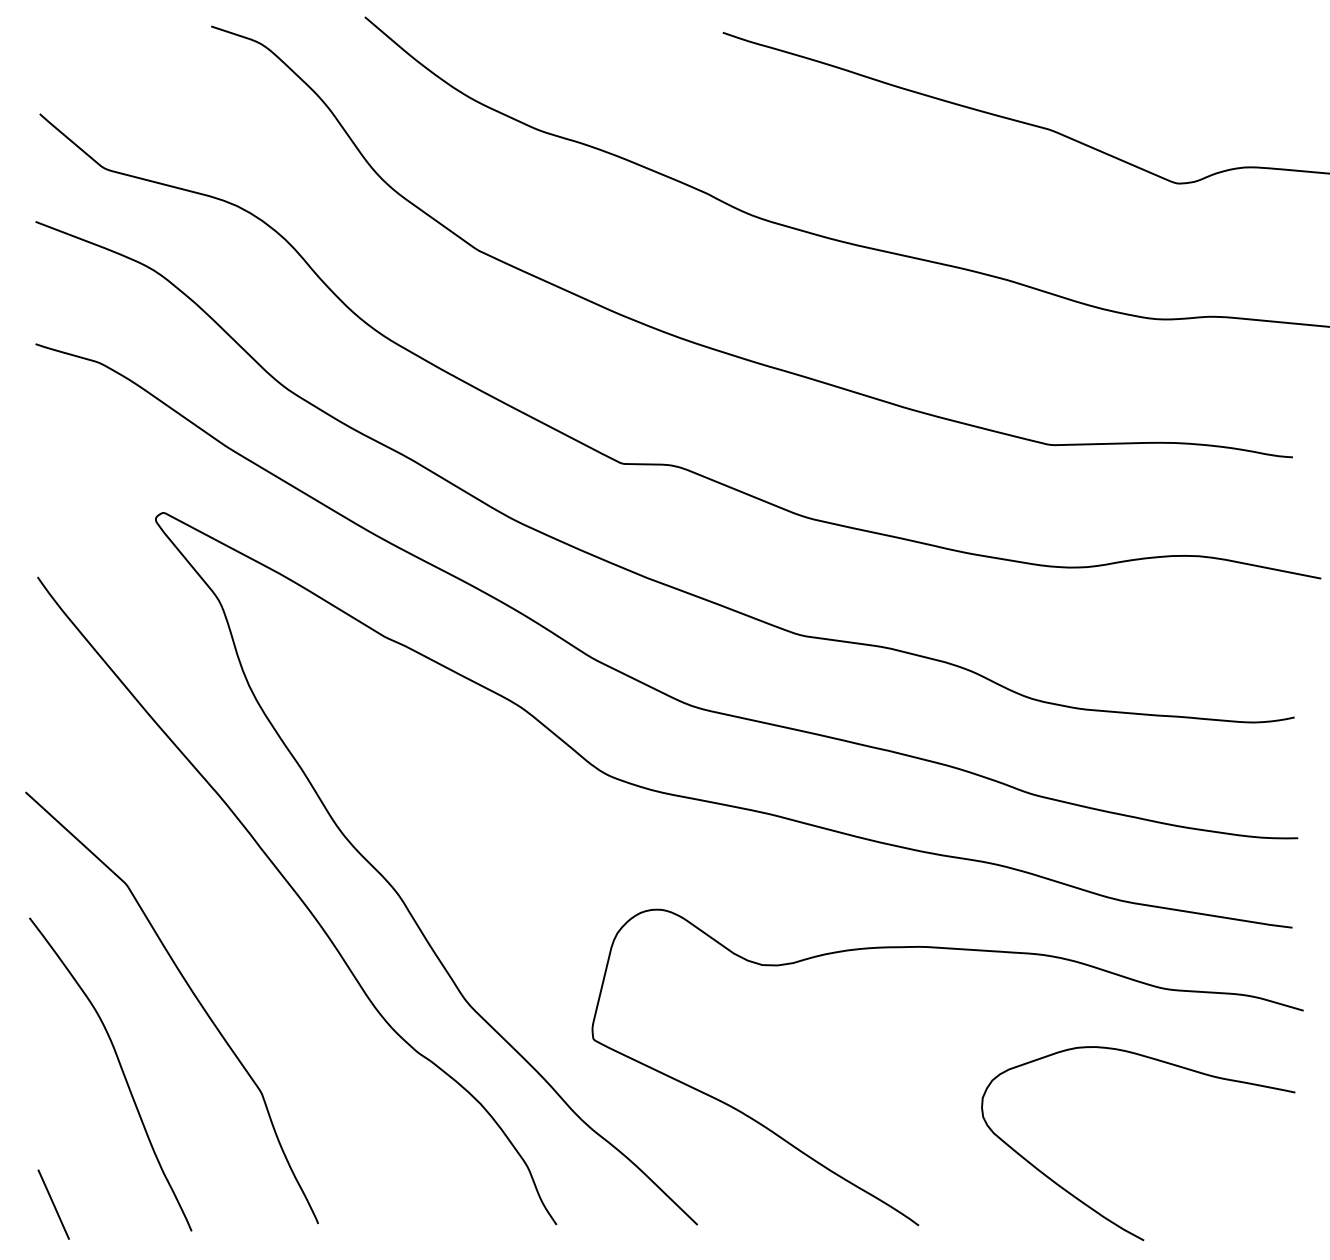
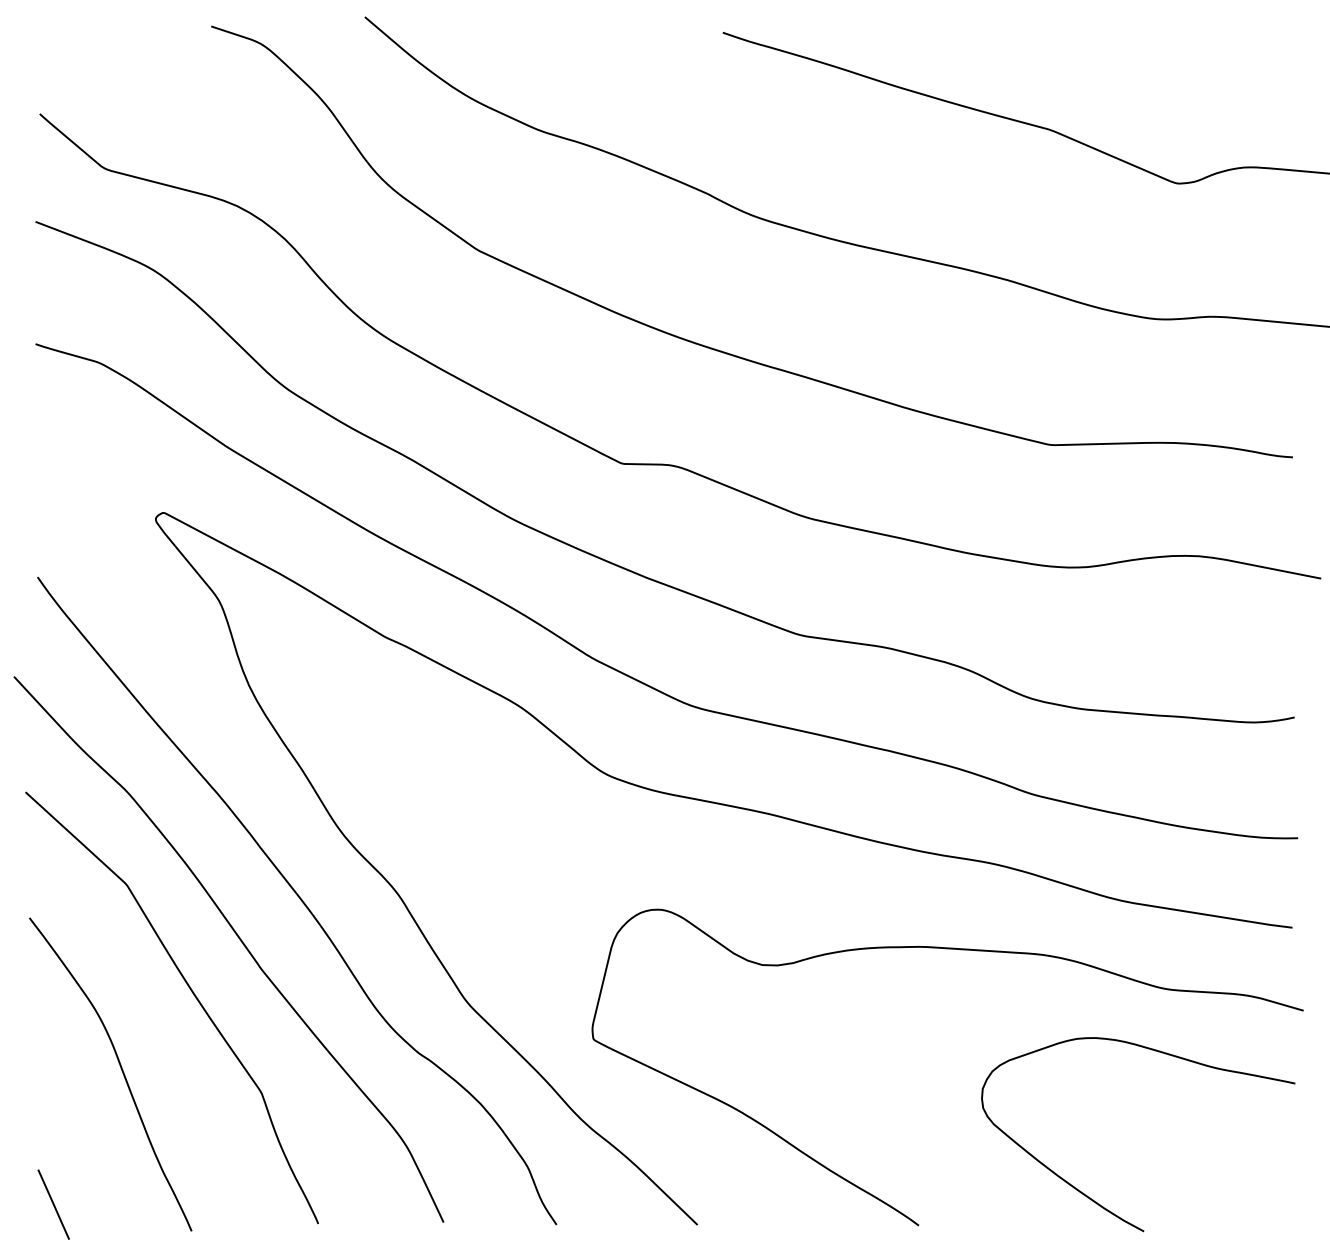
curve at (240, 941): none -> present
curve at (1093, 1208) position: (1093, 1208) -> (1093, 1199)
